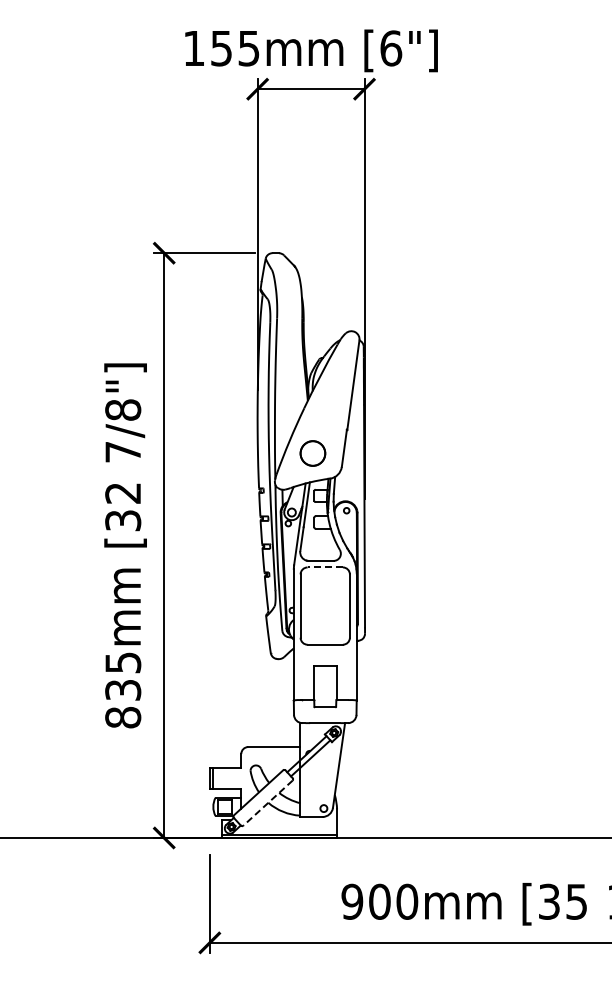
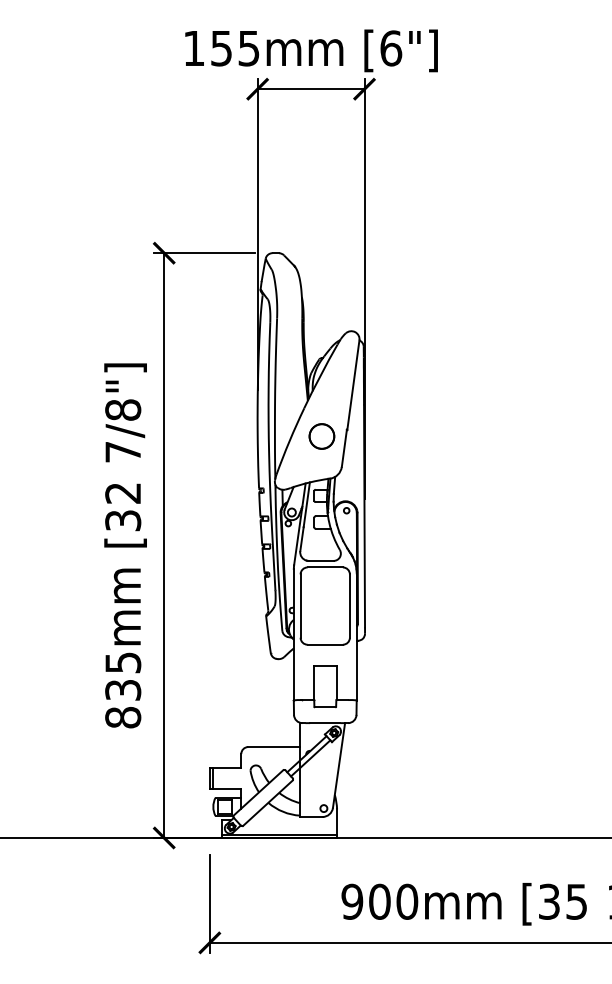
part at (312, 453) position: (312, 453) -> (321, 436)
line at (325, 567): dashed -> solid
line at (267, 803): dashed -> solid
